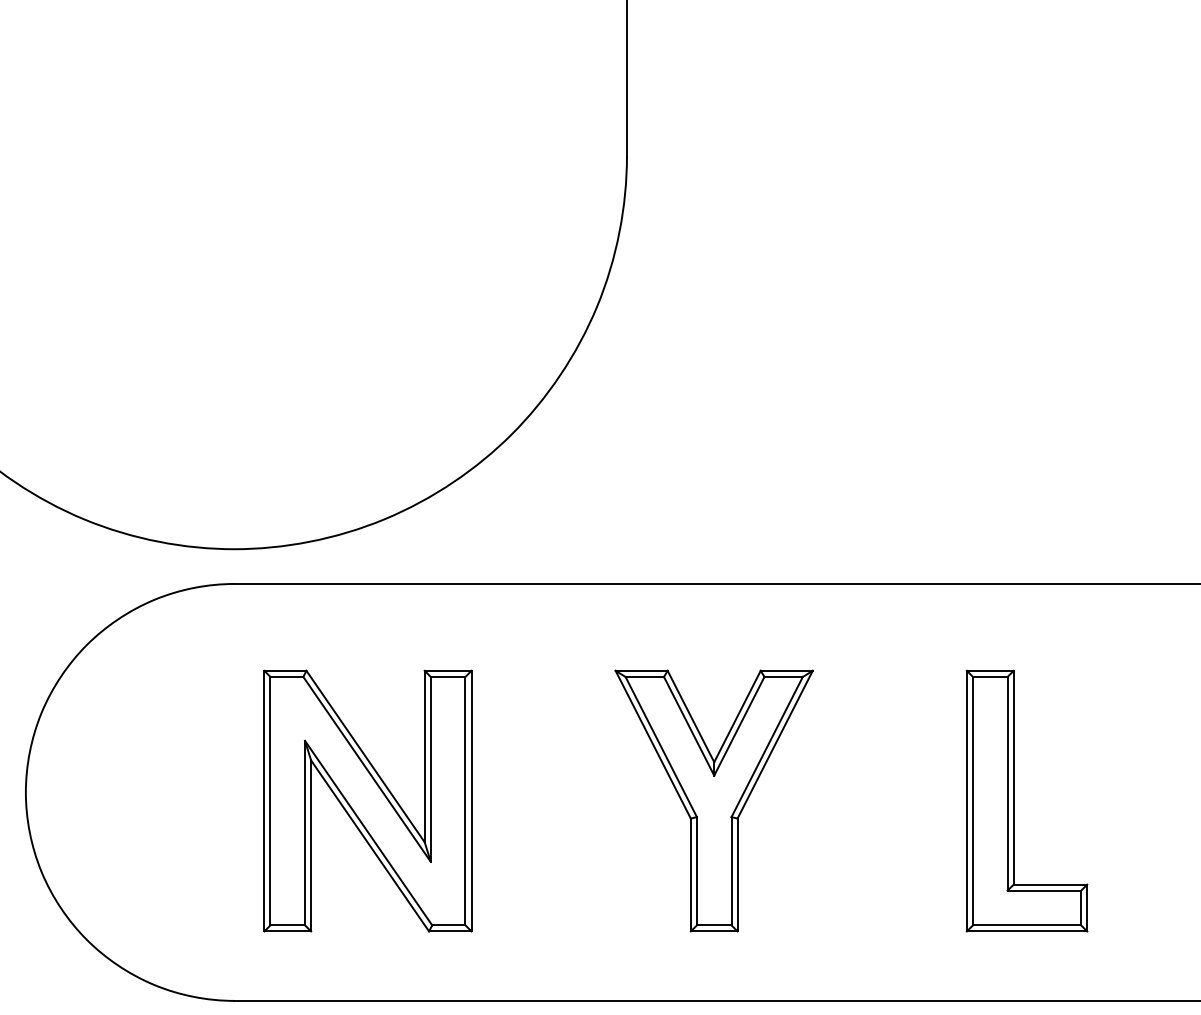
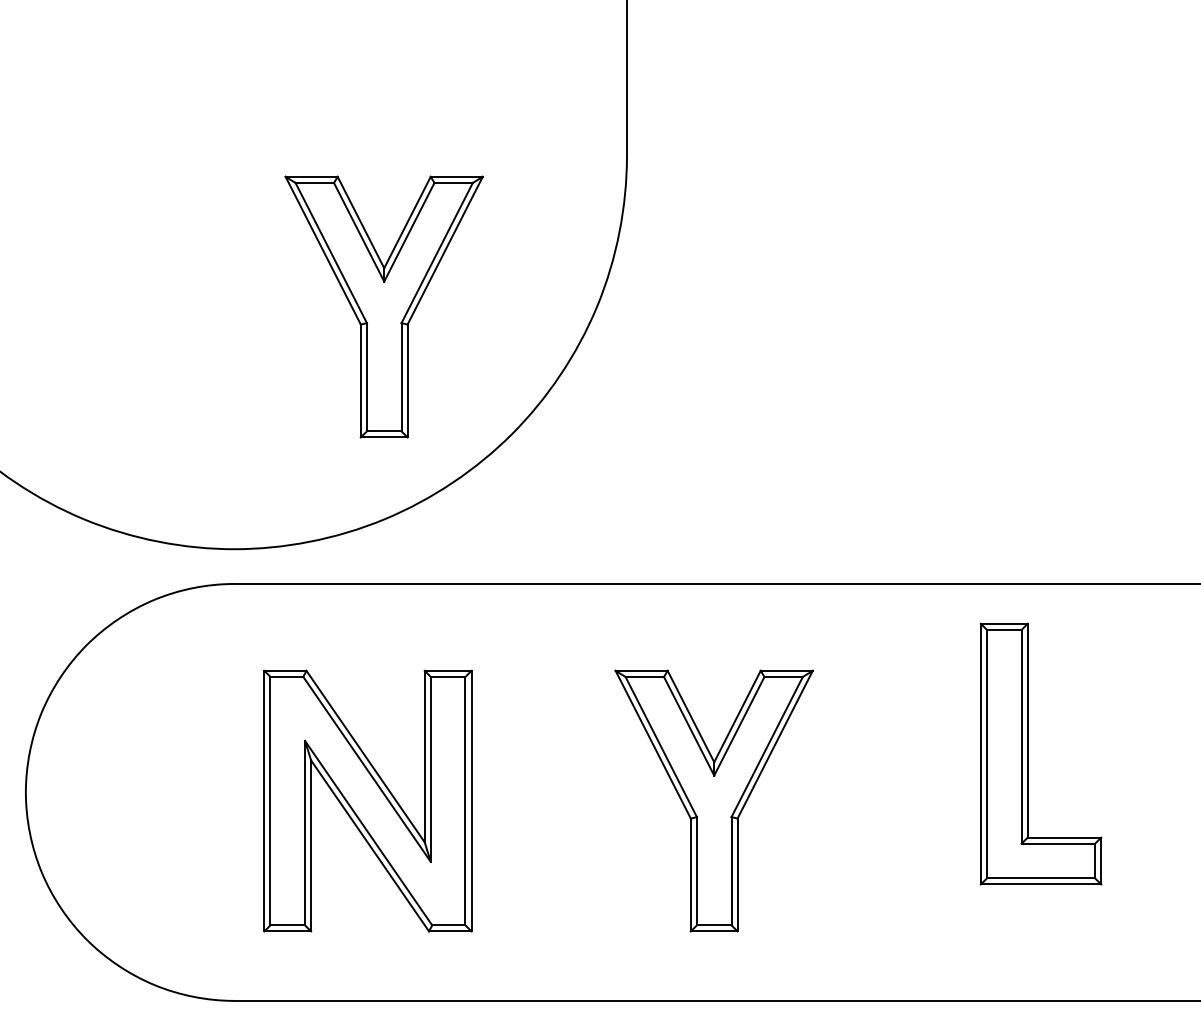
part at (383, 306): none -> present
part at (1014, 800) position: (1014, 800) -> (1028, 753)
